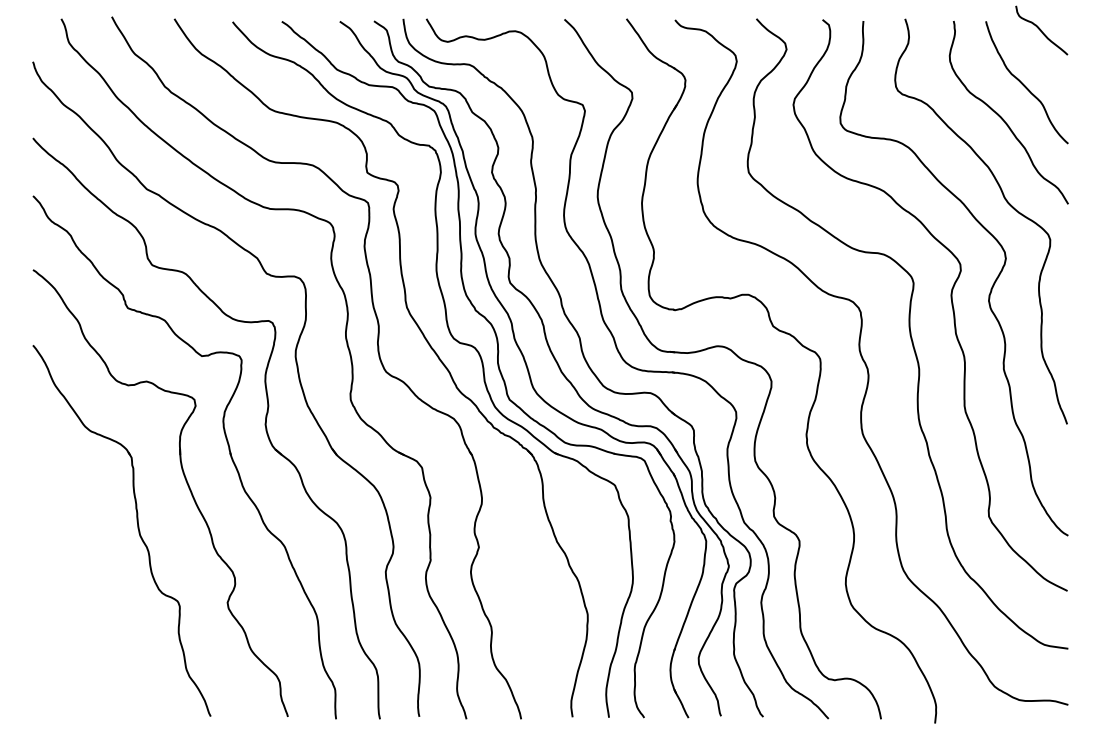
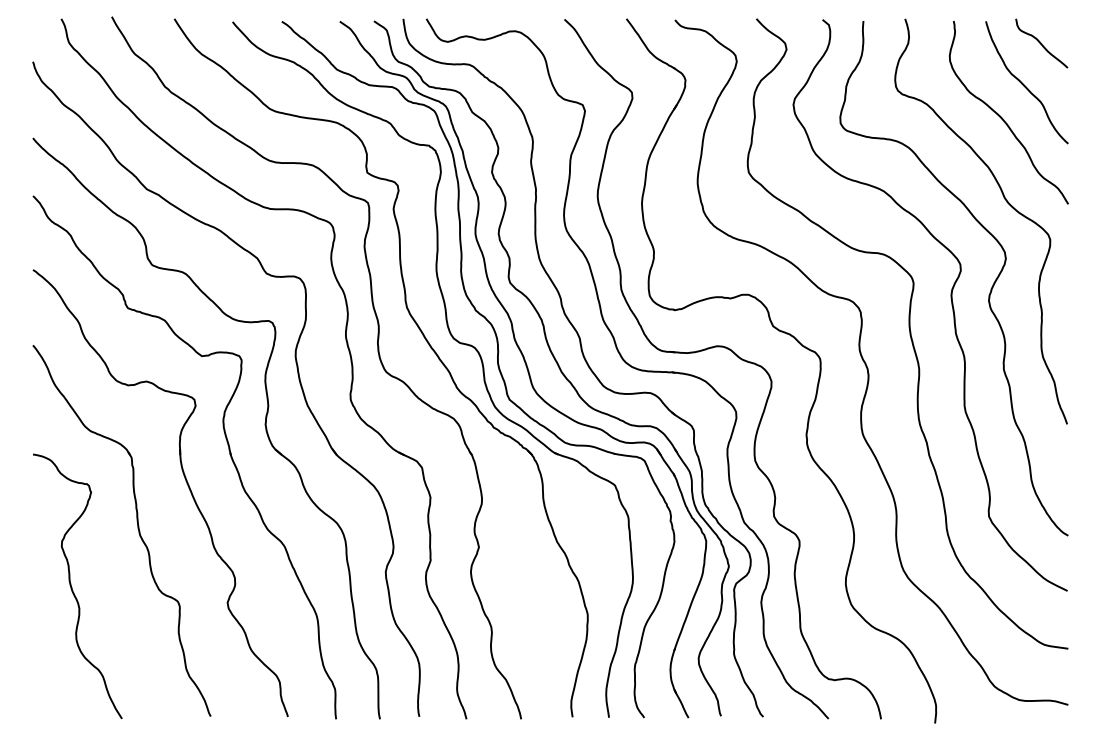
curve at (1041, 30) position: (1041, 30) -> (1041, 43)
curve at (72, 587): none -> present
